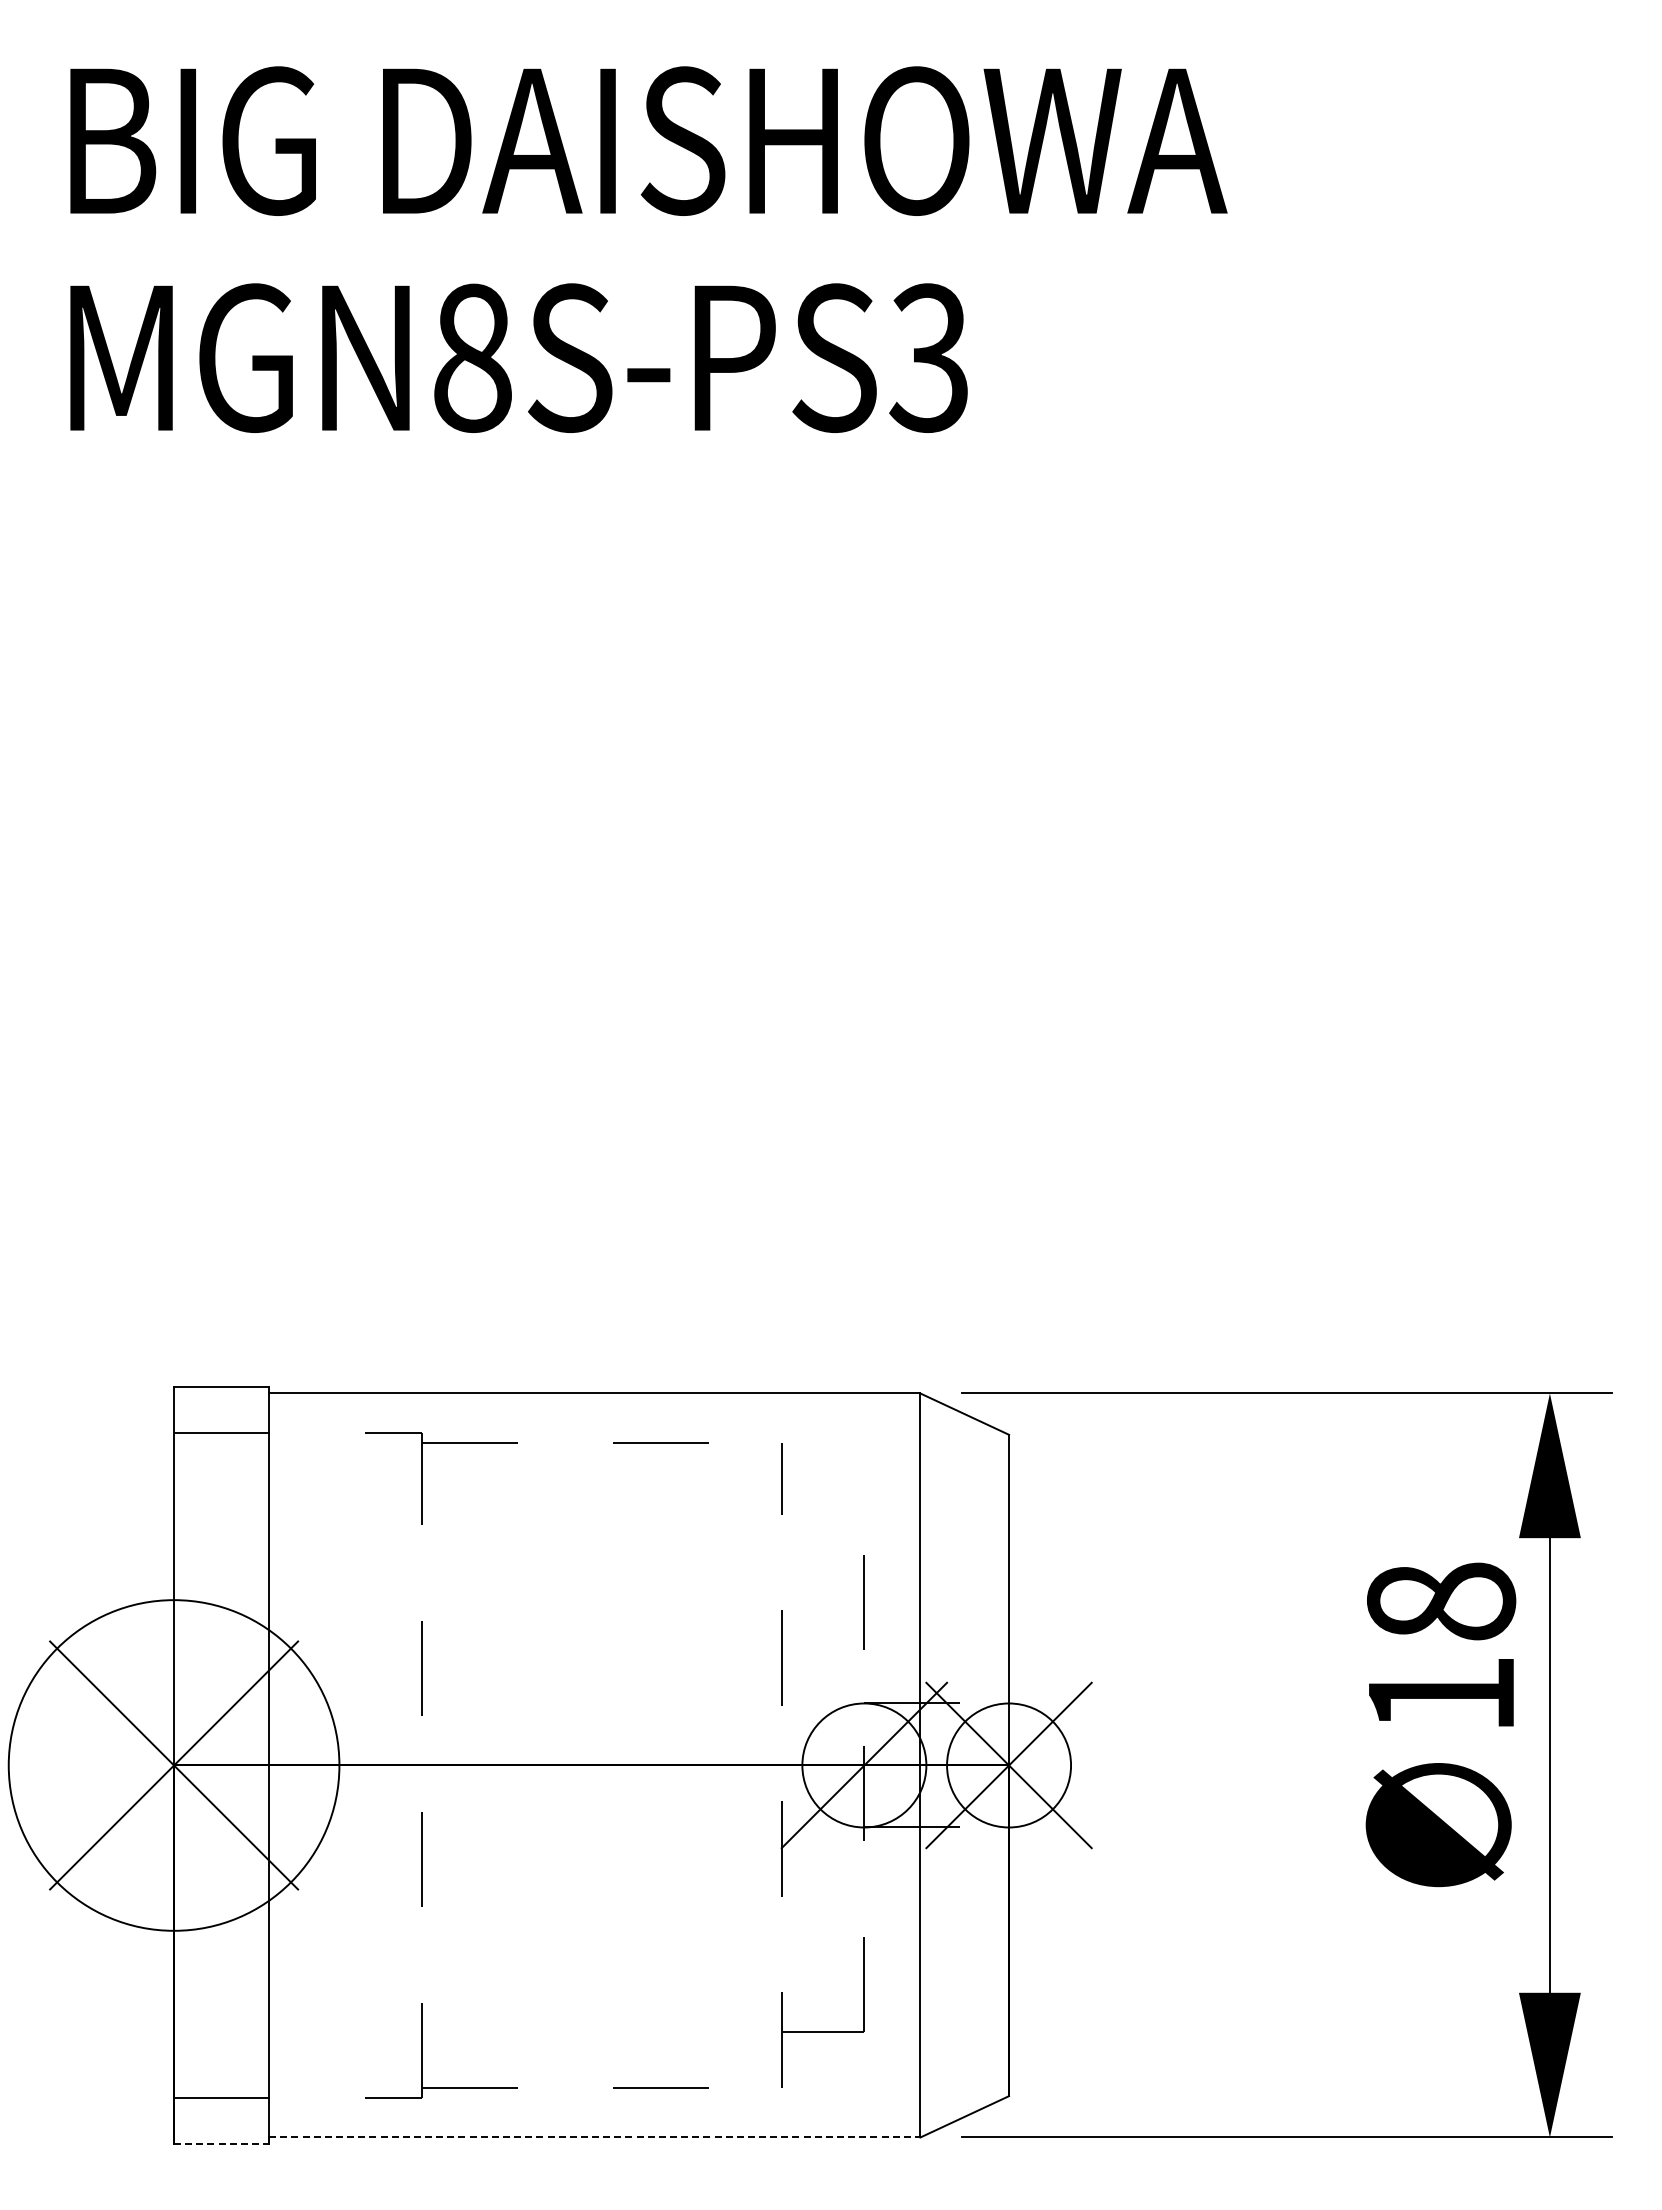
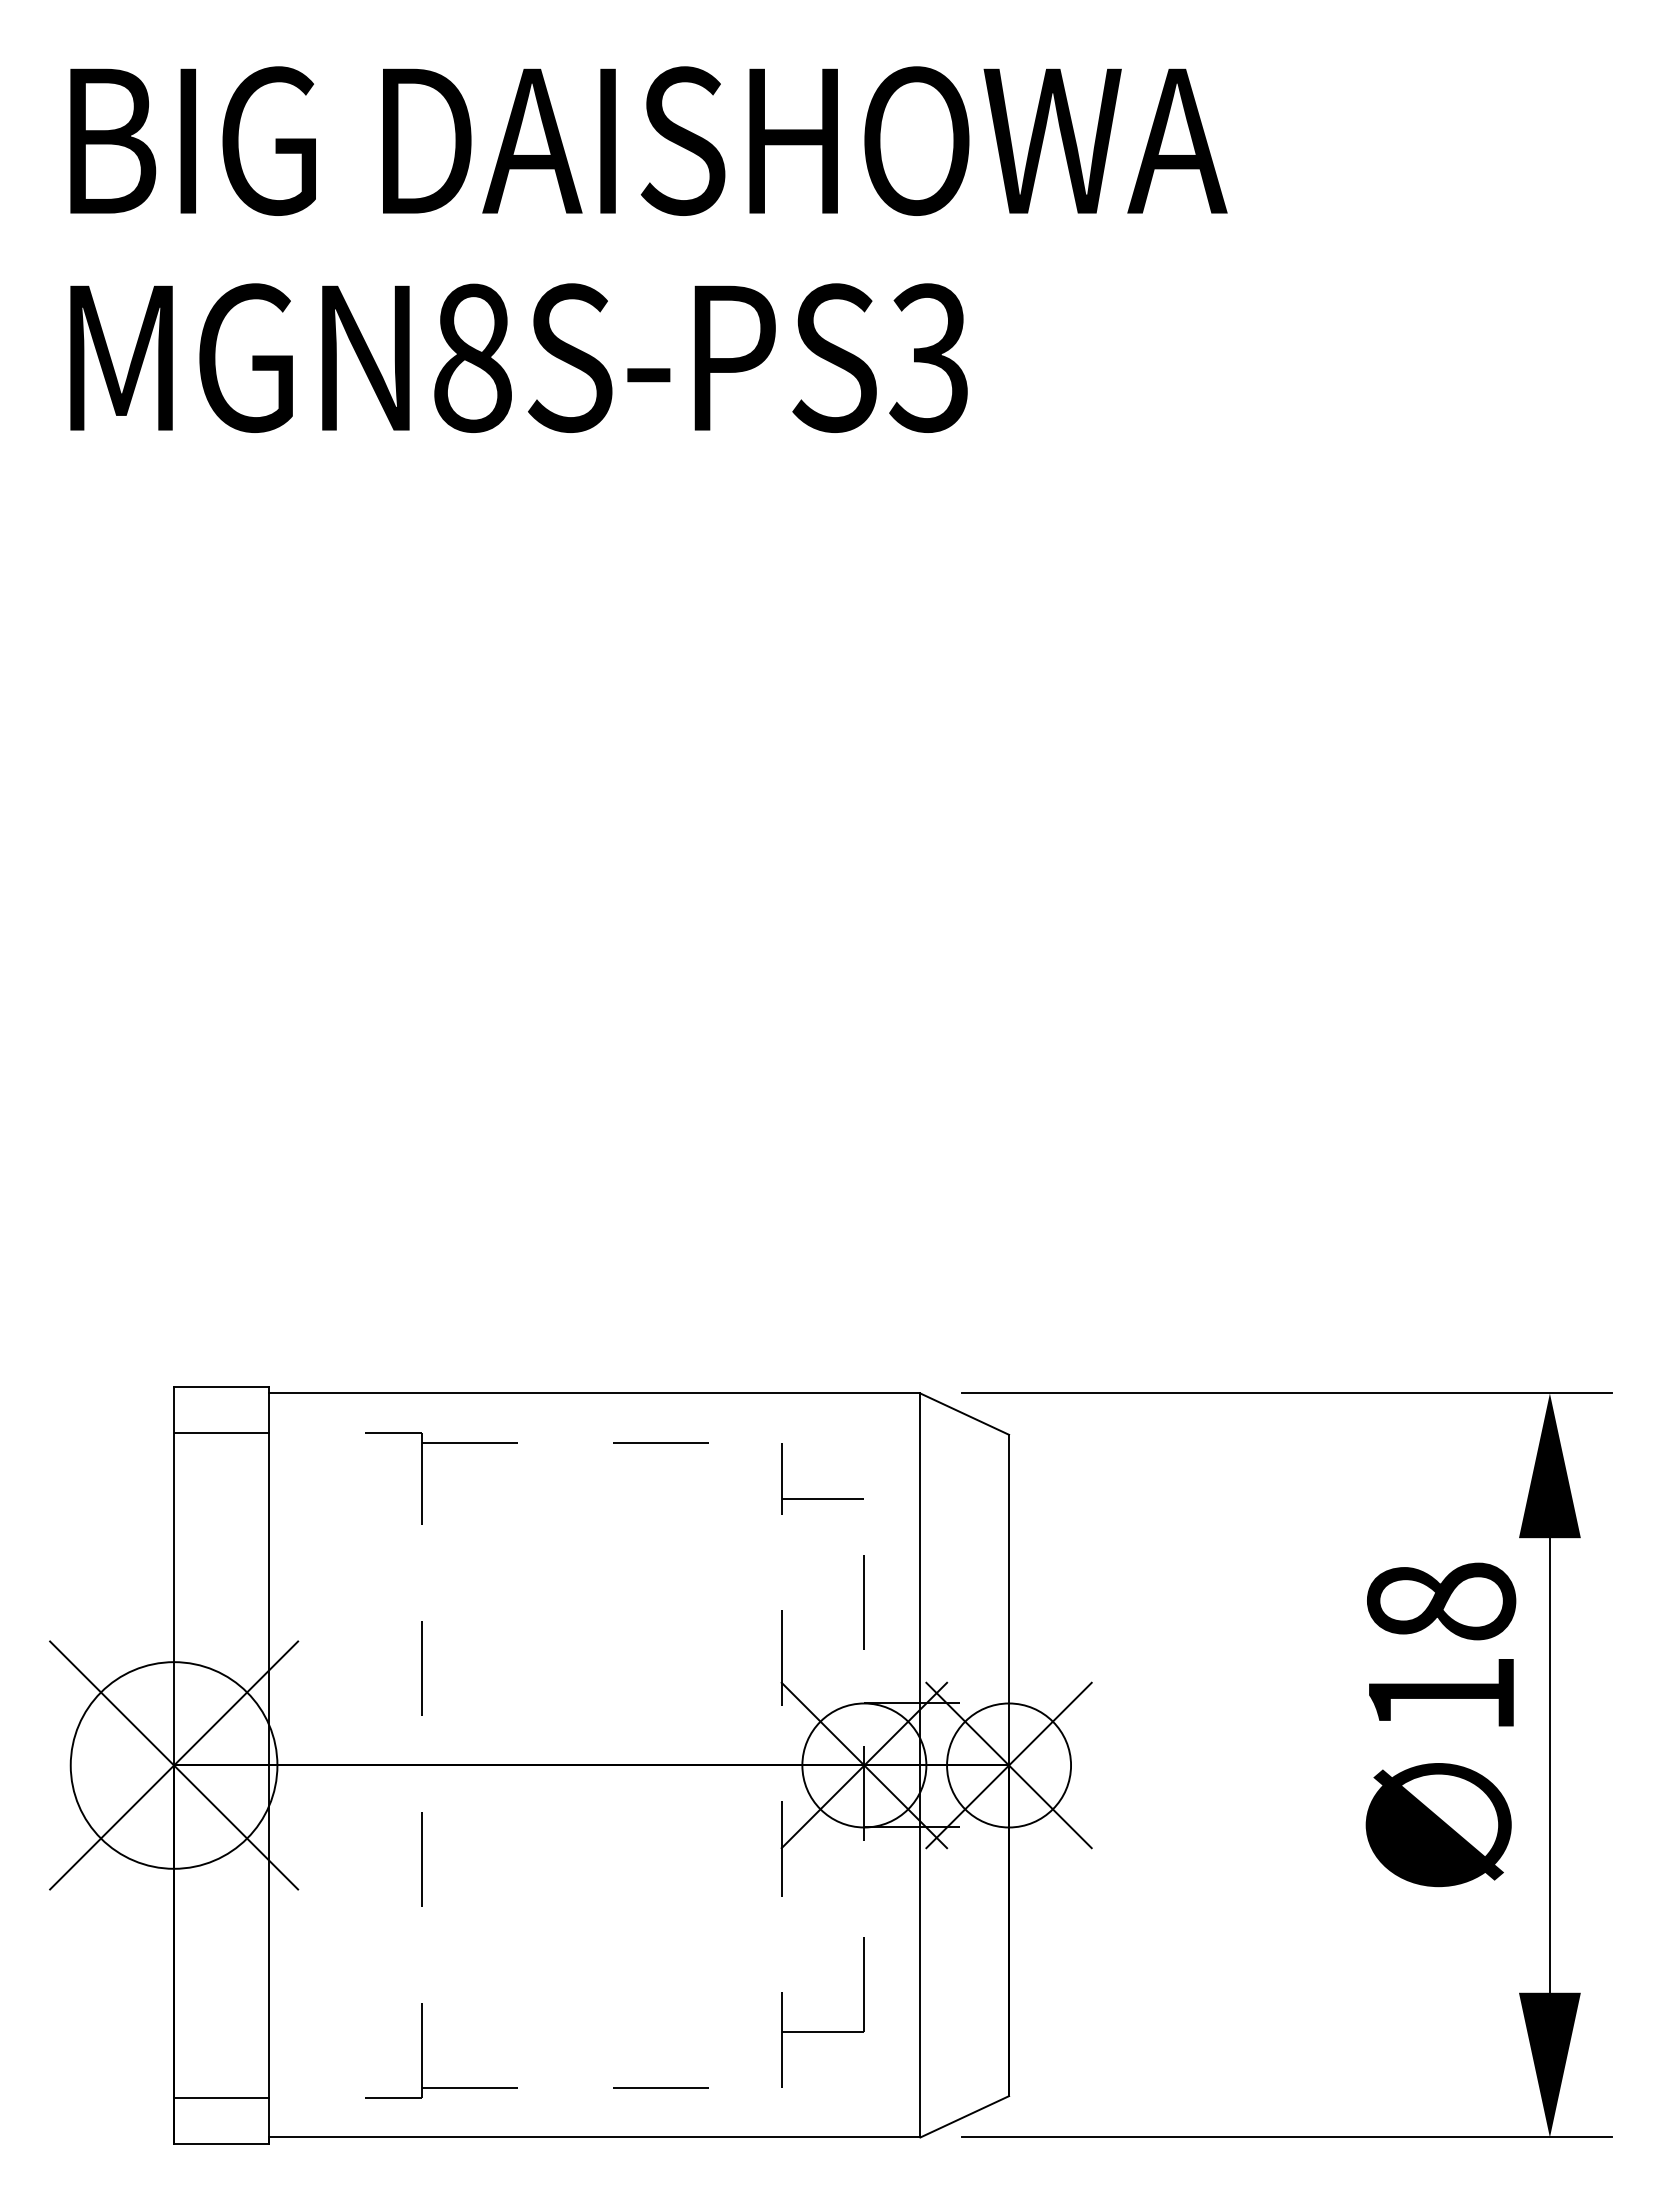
line at (822, 1498): none -> present
circle at (173, 1765) diameter: 331 px -> 207 px
line at (864, 1765): none -> present
line at (594, 2137): dashed -> solid
line at (221, 2143): dashed -> solid
